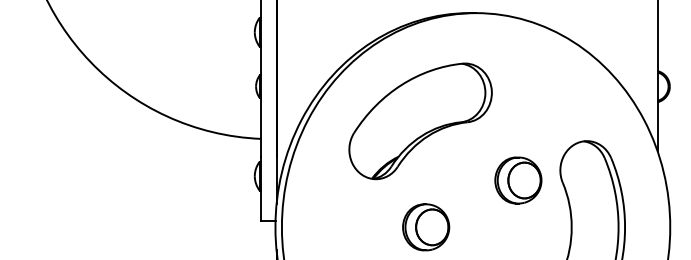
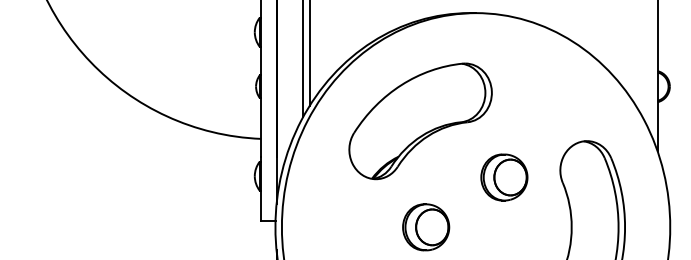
line at (309, 53): none -> present
line at (303, 59): none -> present
part at (518, 180) position: (518, 180) -> (504, 177)
